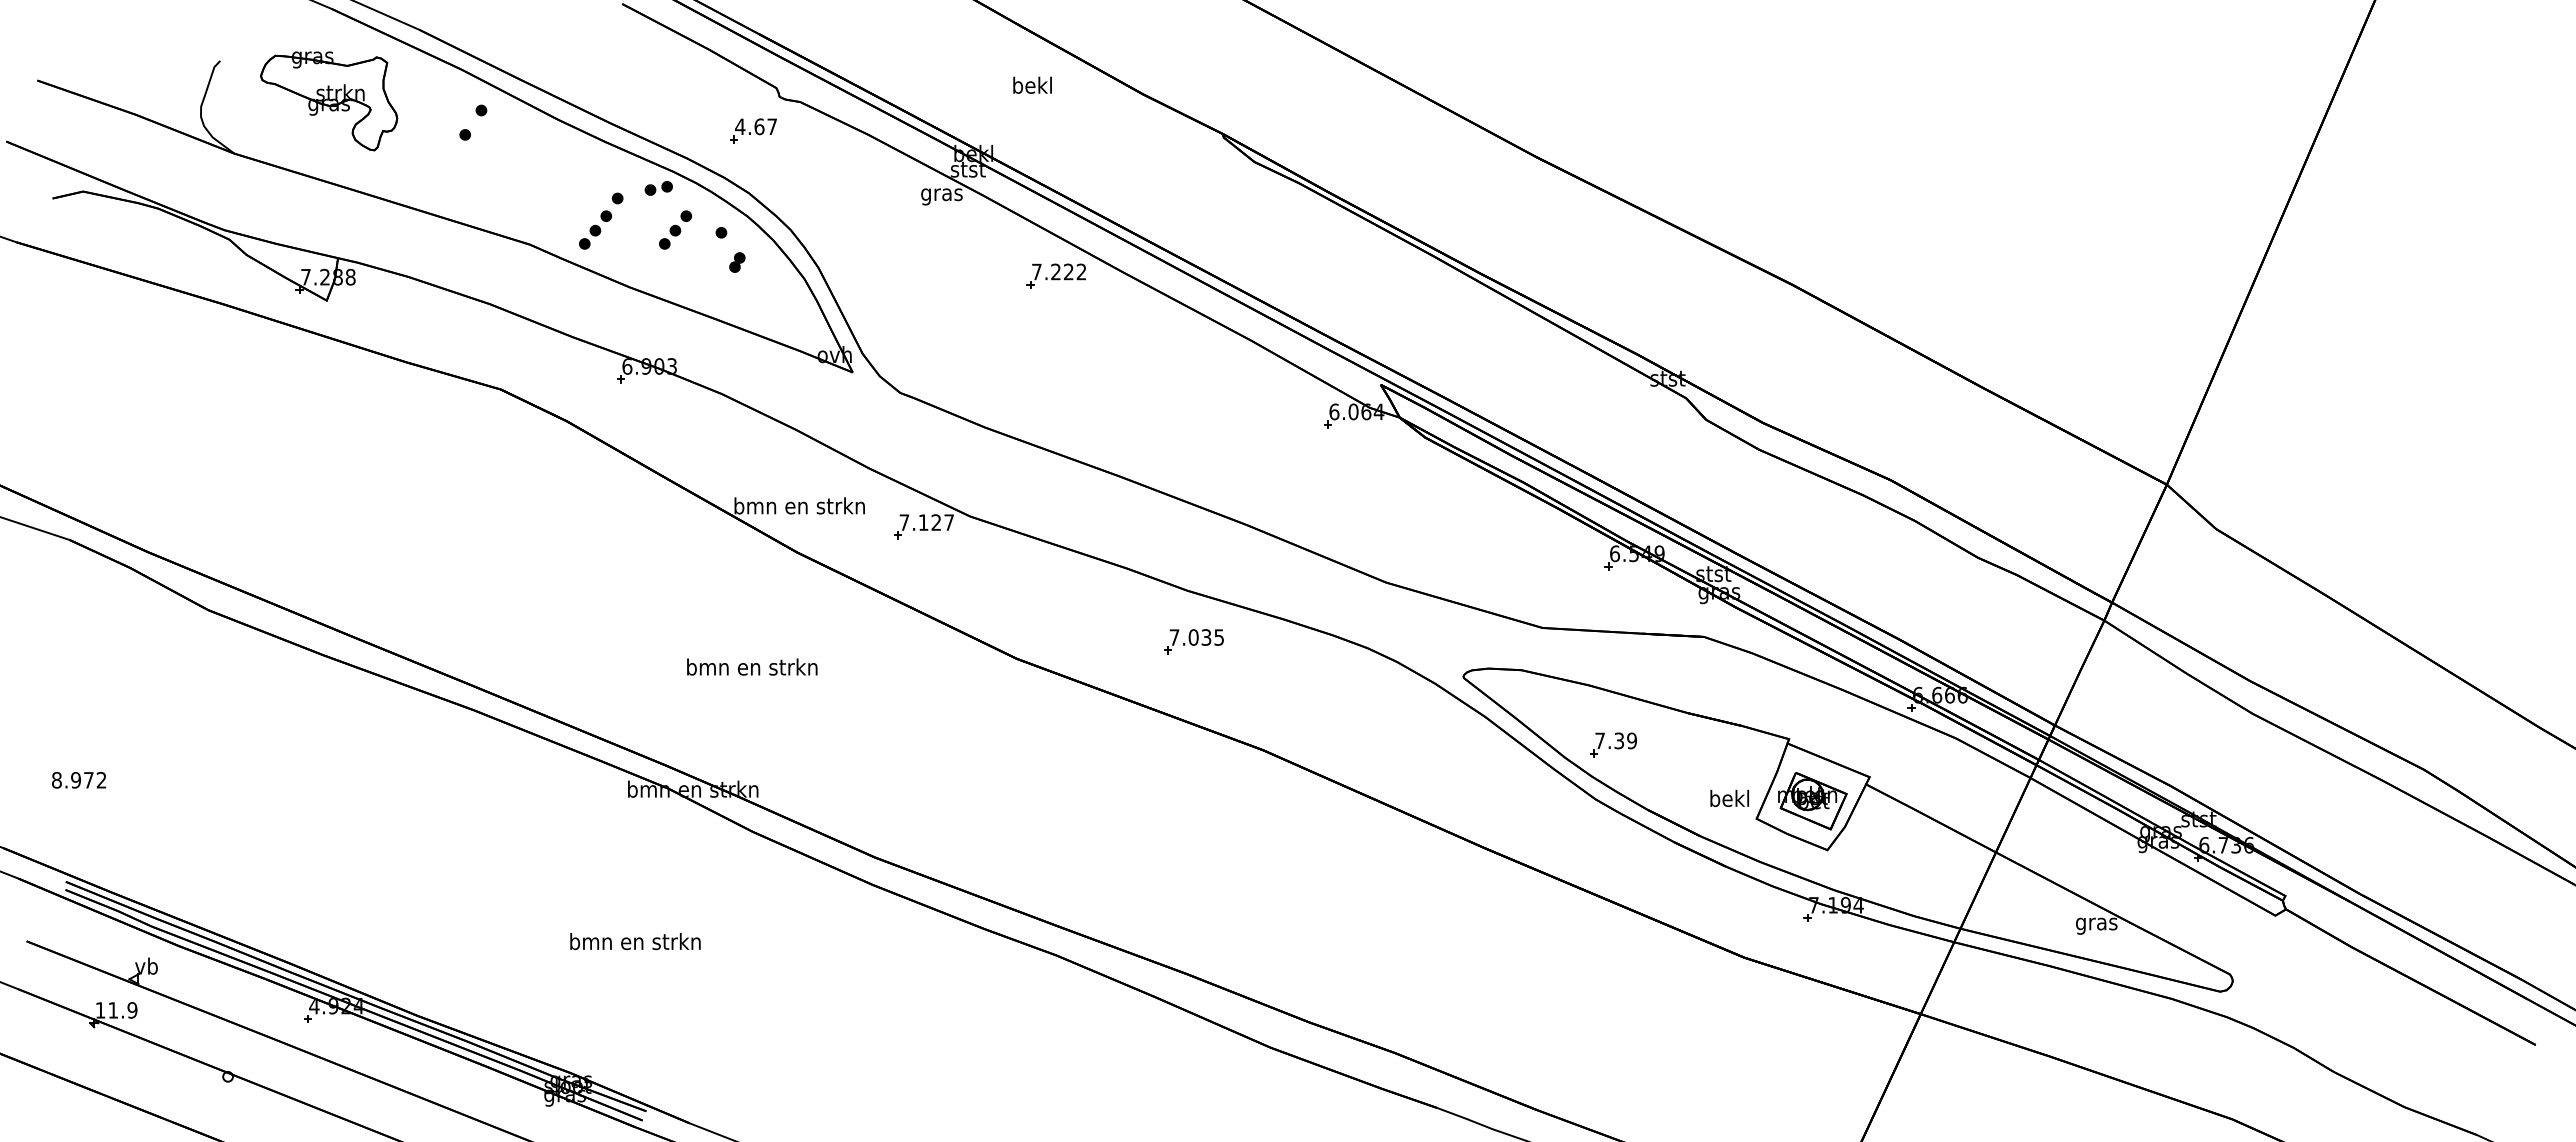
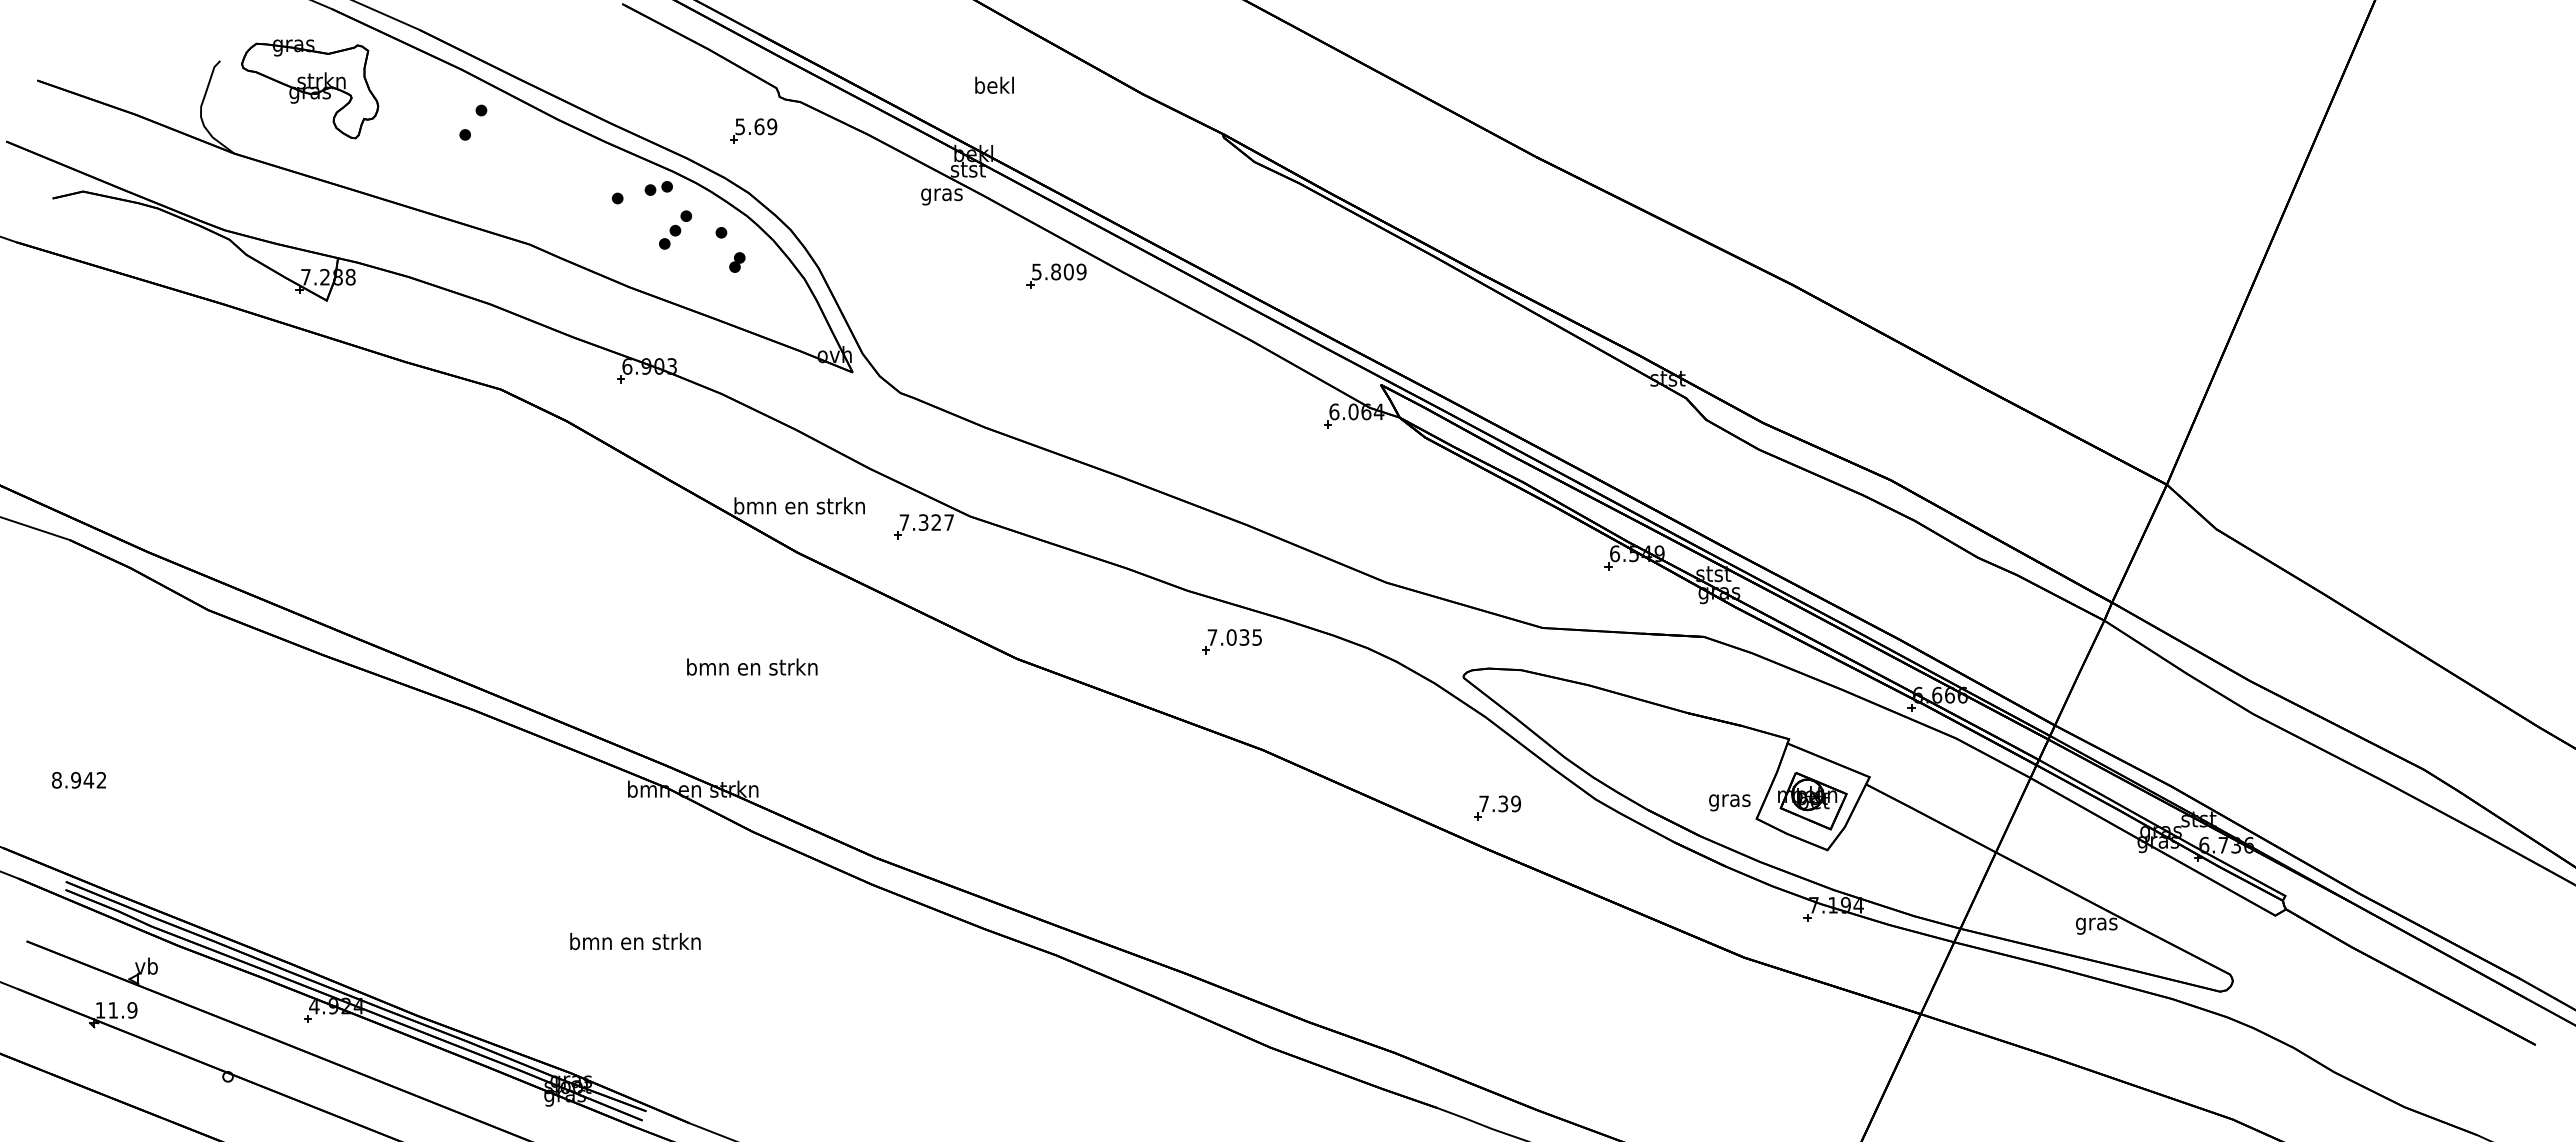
text at (1032, 84) position: (1032, 84) -> (994, 84)
part at (329, 101) position: (329, 101) -> (310, 89)
text at (756, 126): 4.67 -> 5.69
part at (595, 229): present -> none
text at (1059, 271): 7.222 -> 5.809
text at (923, 522): 7.127 -> 7.327
part at (1193, 641) position: (1193, 641) -> (1231, 641)
part at (1613, 744) position: (1613, 744) -> (1497, 807)
text at (88, 780): 8.972 -> 8.942
text at (1729, 800): bekl -> gras
